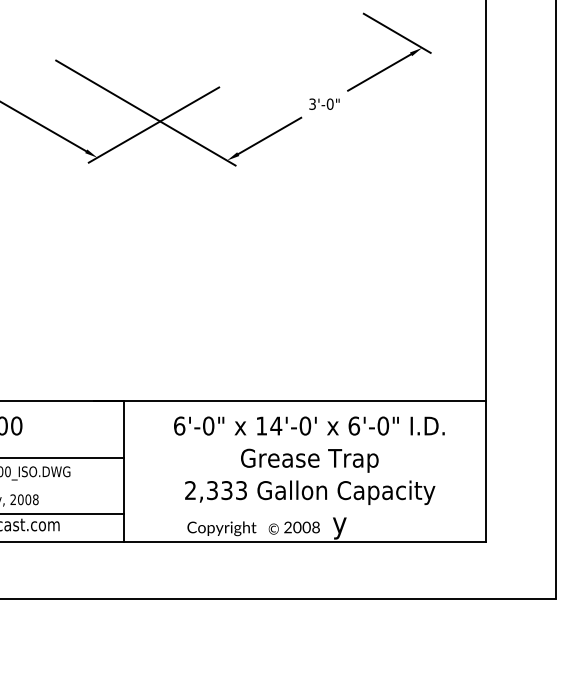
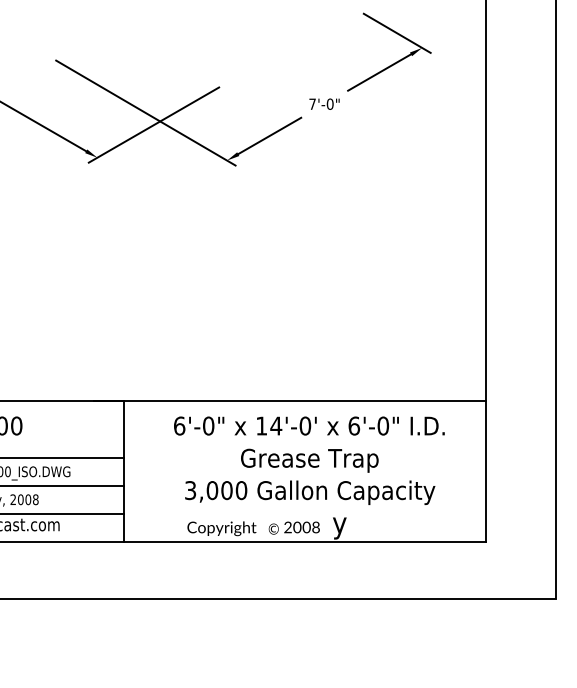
text at (312, 103): 3'-0" -> 7'-0"
line at (62, 486): none -> present
text at (216, 490): 2,333 -> 3,000
